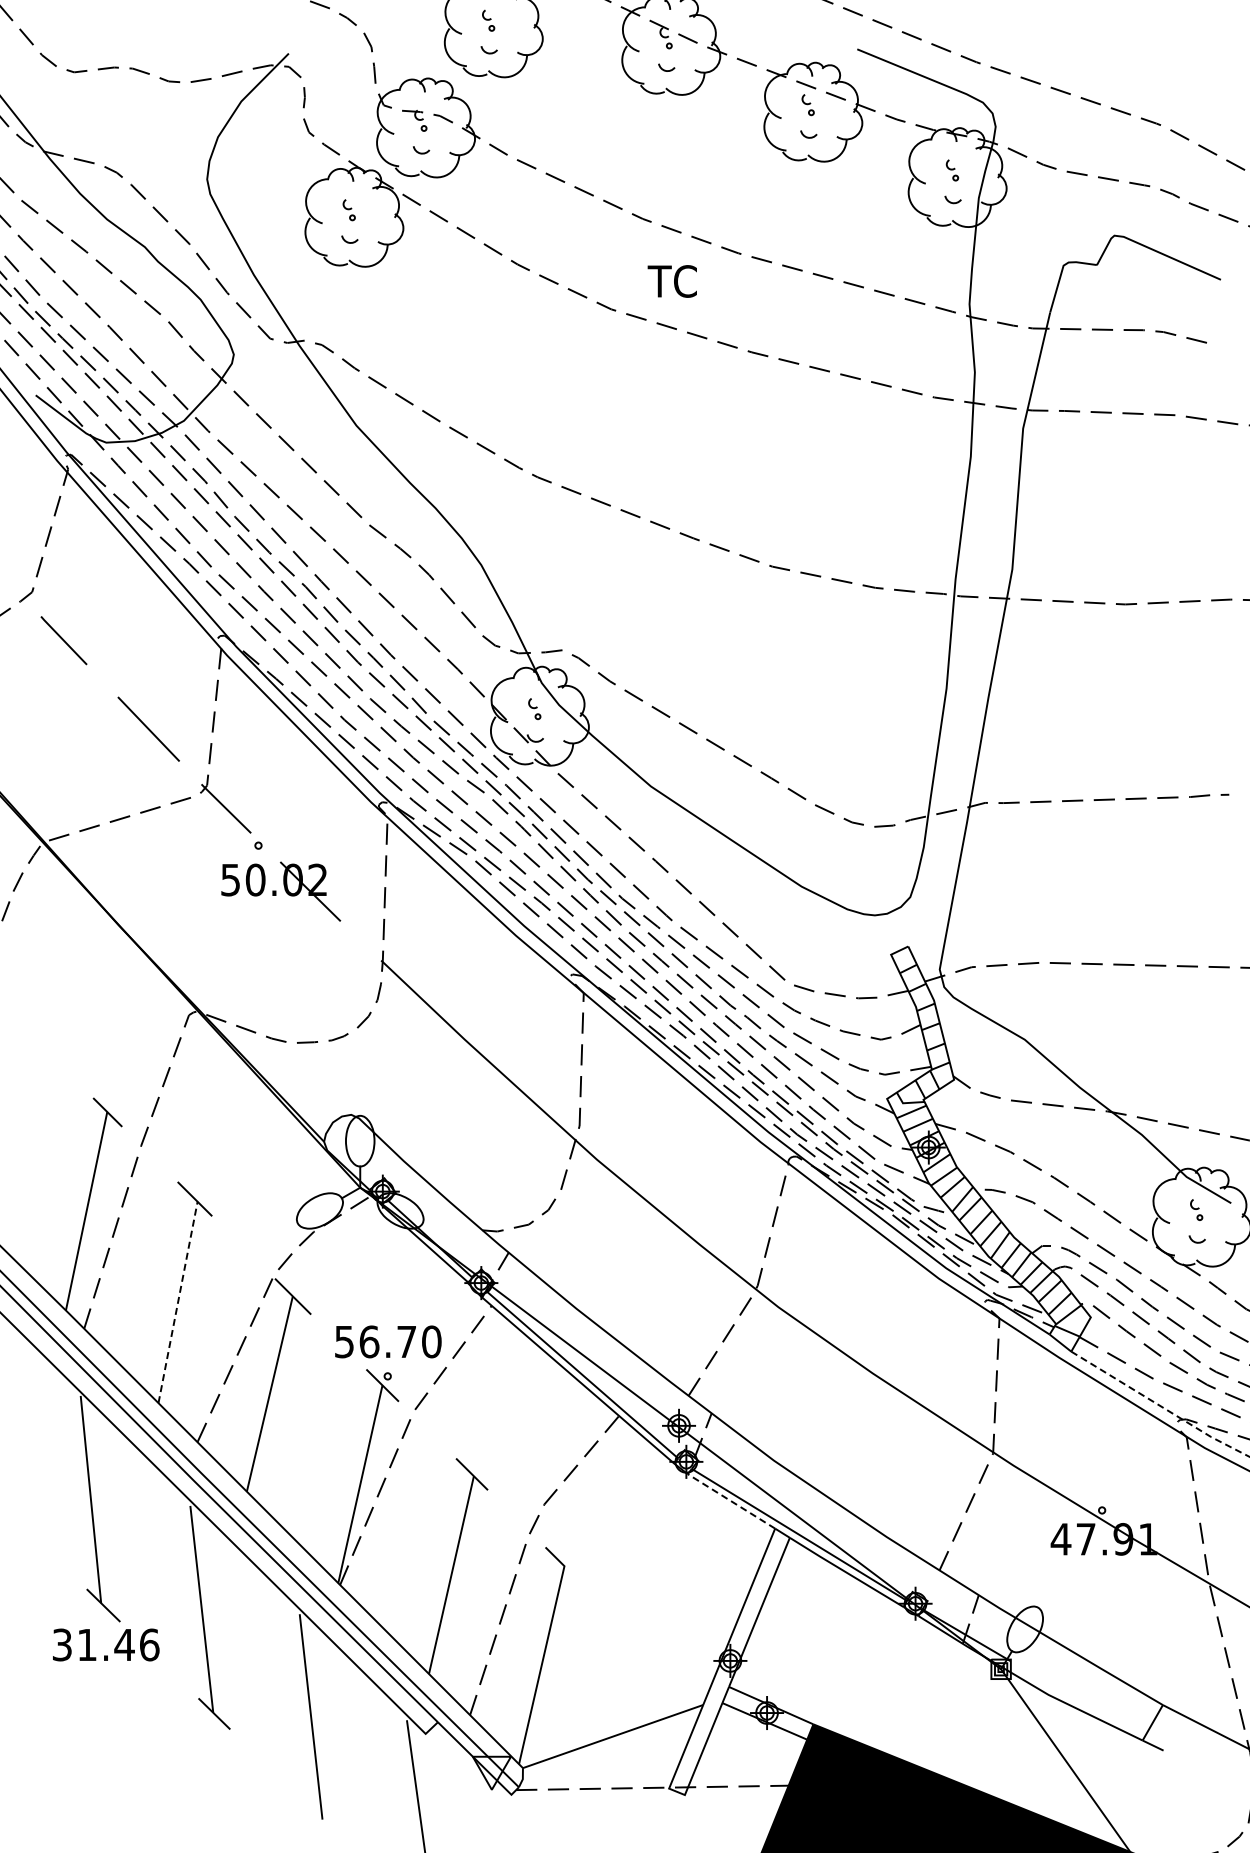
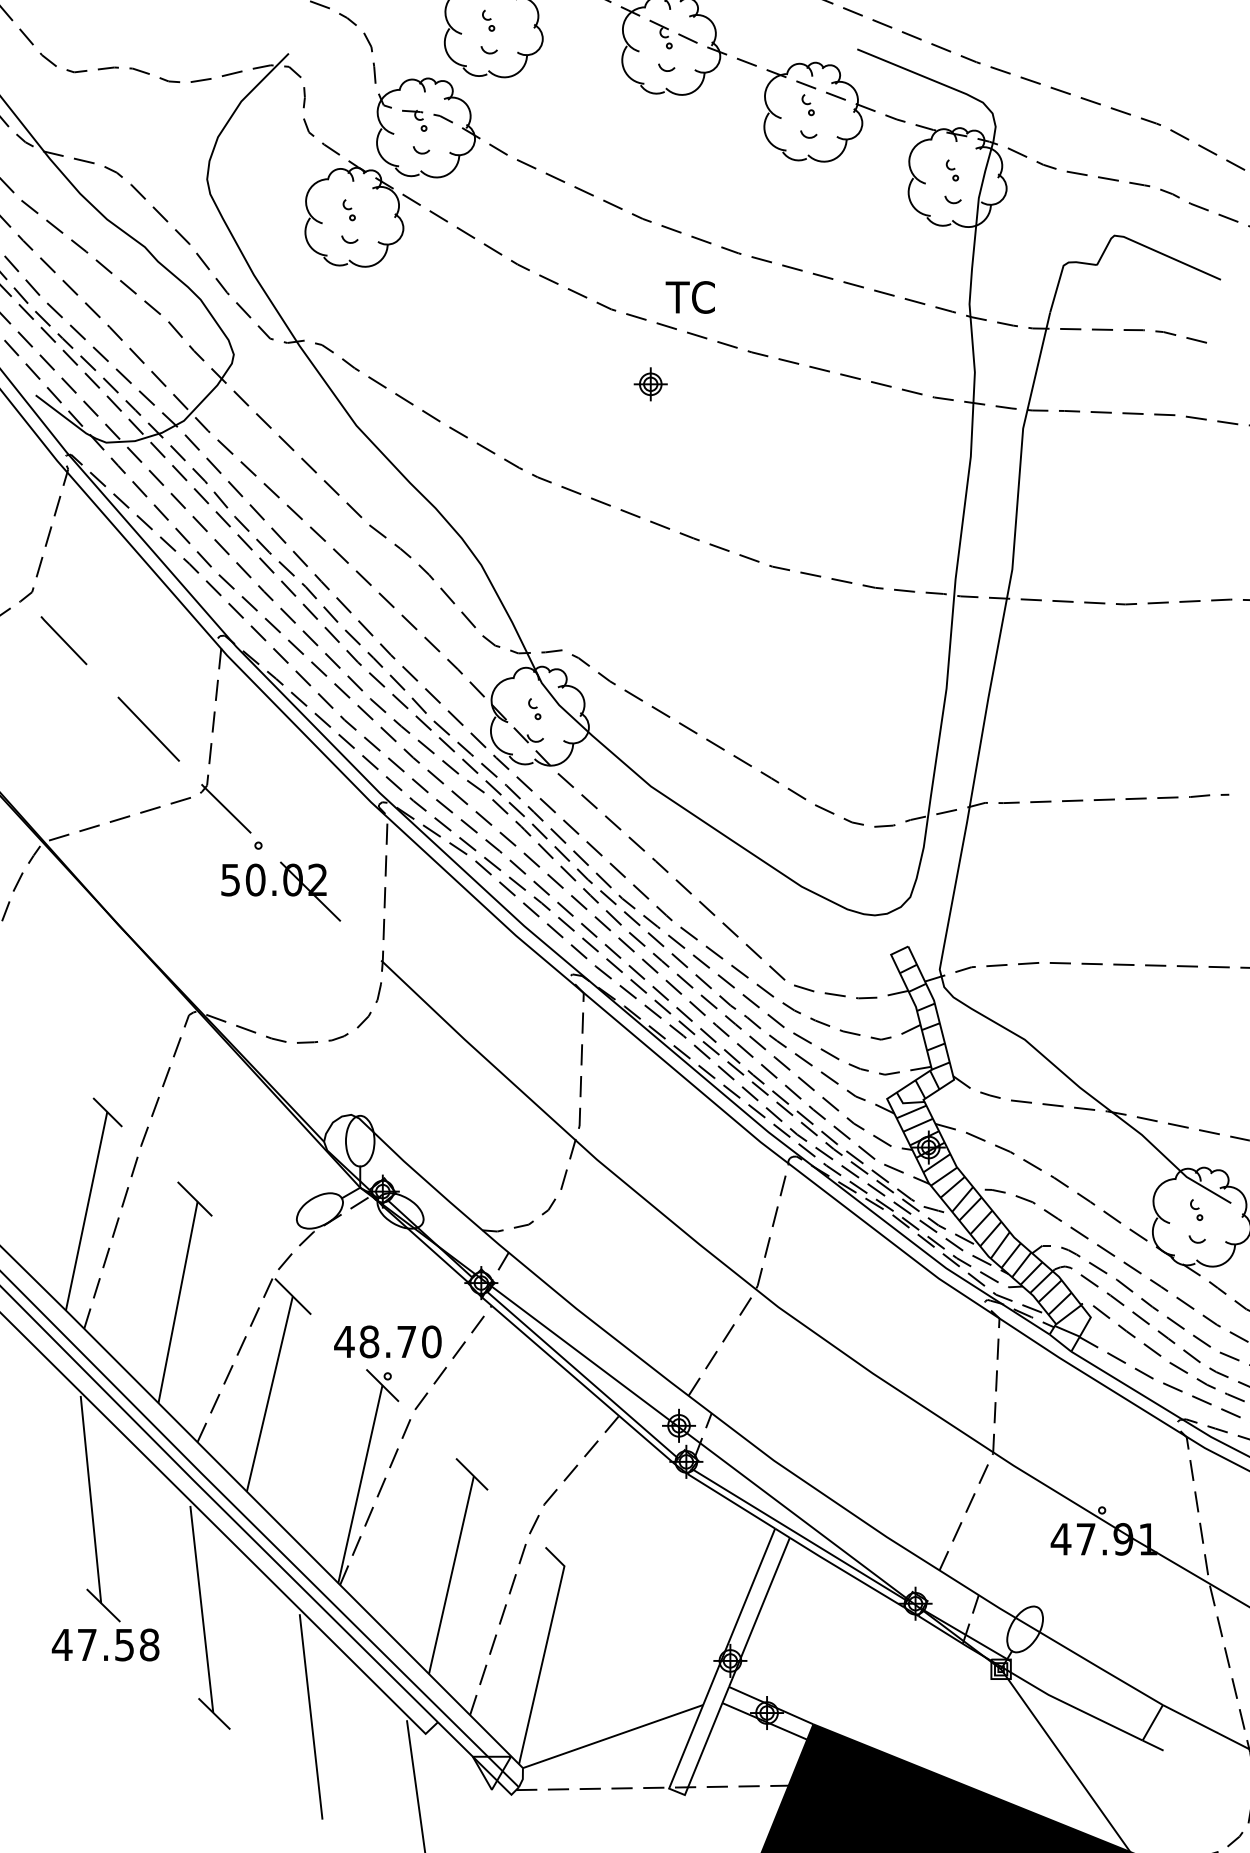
text at (671, 281) position: (671, 281) -> (689, 297)
part at (650, 384): none -> present
line at (178, 1302): dashed -> solid
text at (356, 1341): 56.70 -> 48.70
line at (1159, 1405): dashed -> solid
line at (731, 1501): dashed -> solid
text at (105, 1644): 31.46 -> 47.58
